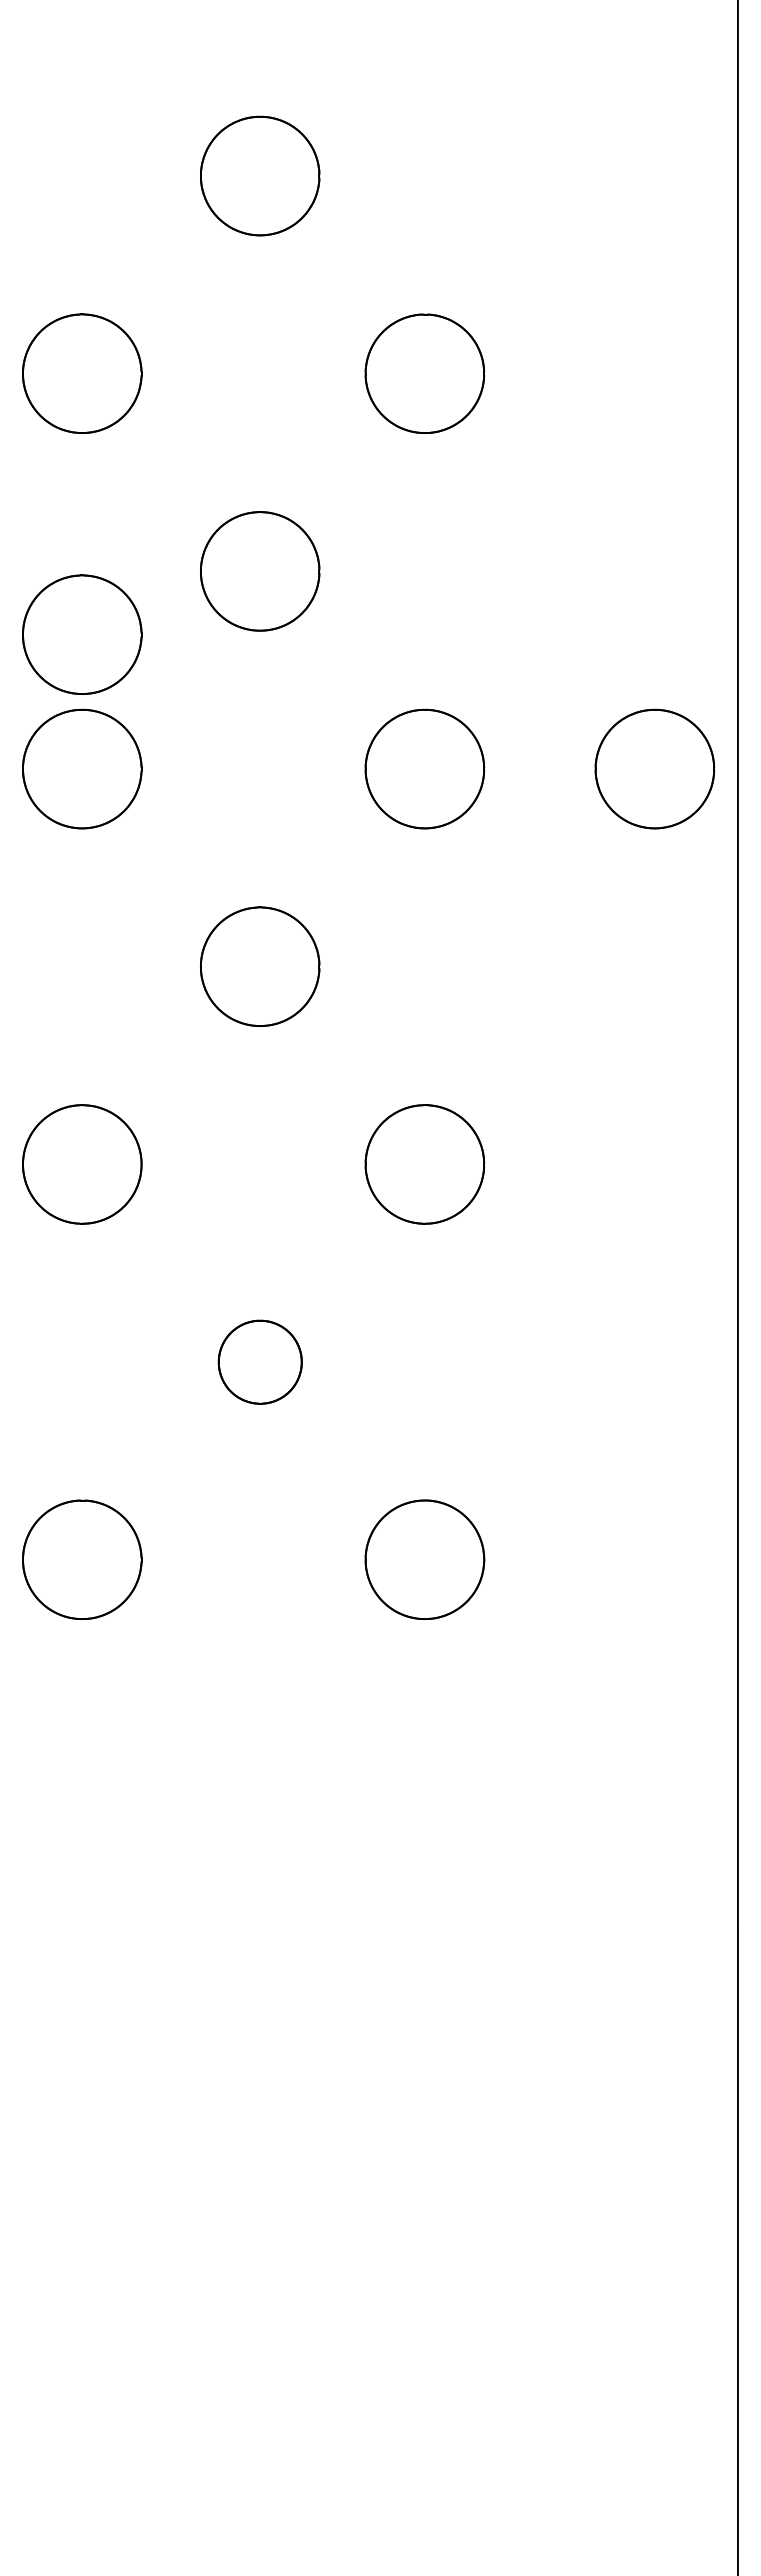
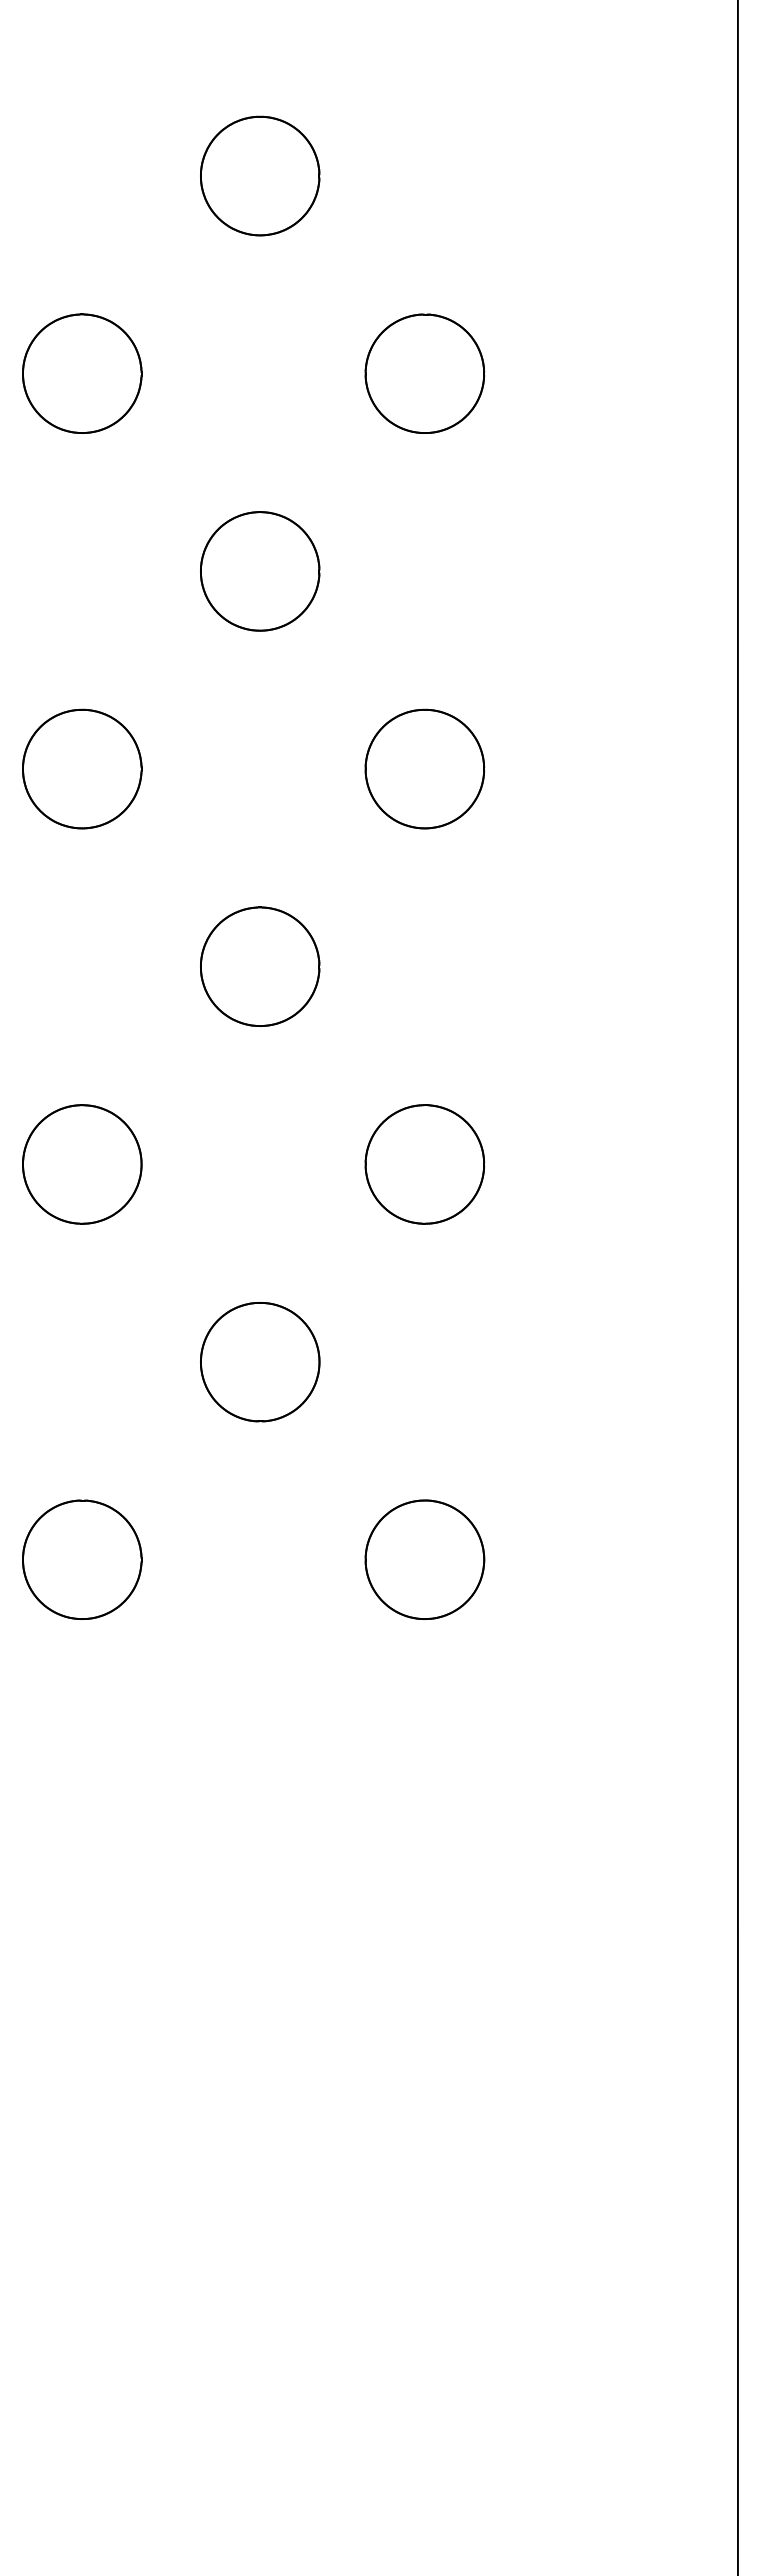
part at (82, 634): present -> none
part at (654, 768): present -> none
part at (259, 1361) size: 86x86 px -> 121x121 px
